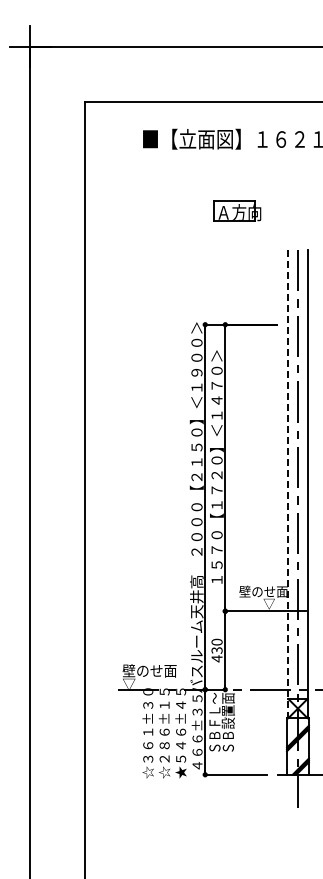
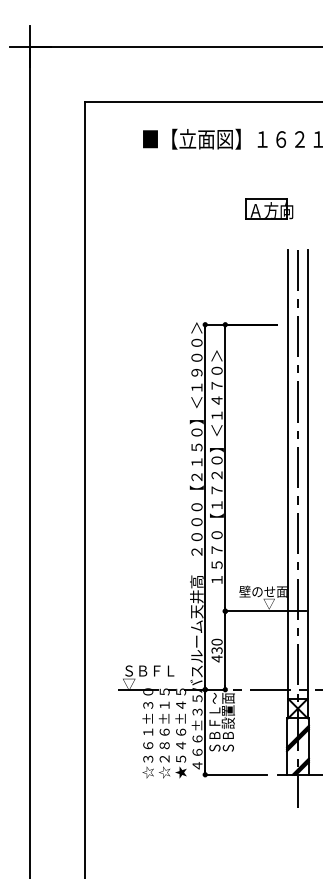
part at (237, 210) position: (237, 210) -> (269, 208)
line at (288, 484): dashed -> solid
text at (149, 670): 壁のせ面 -> ＳＢＦＬ
